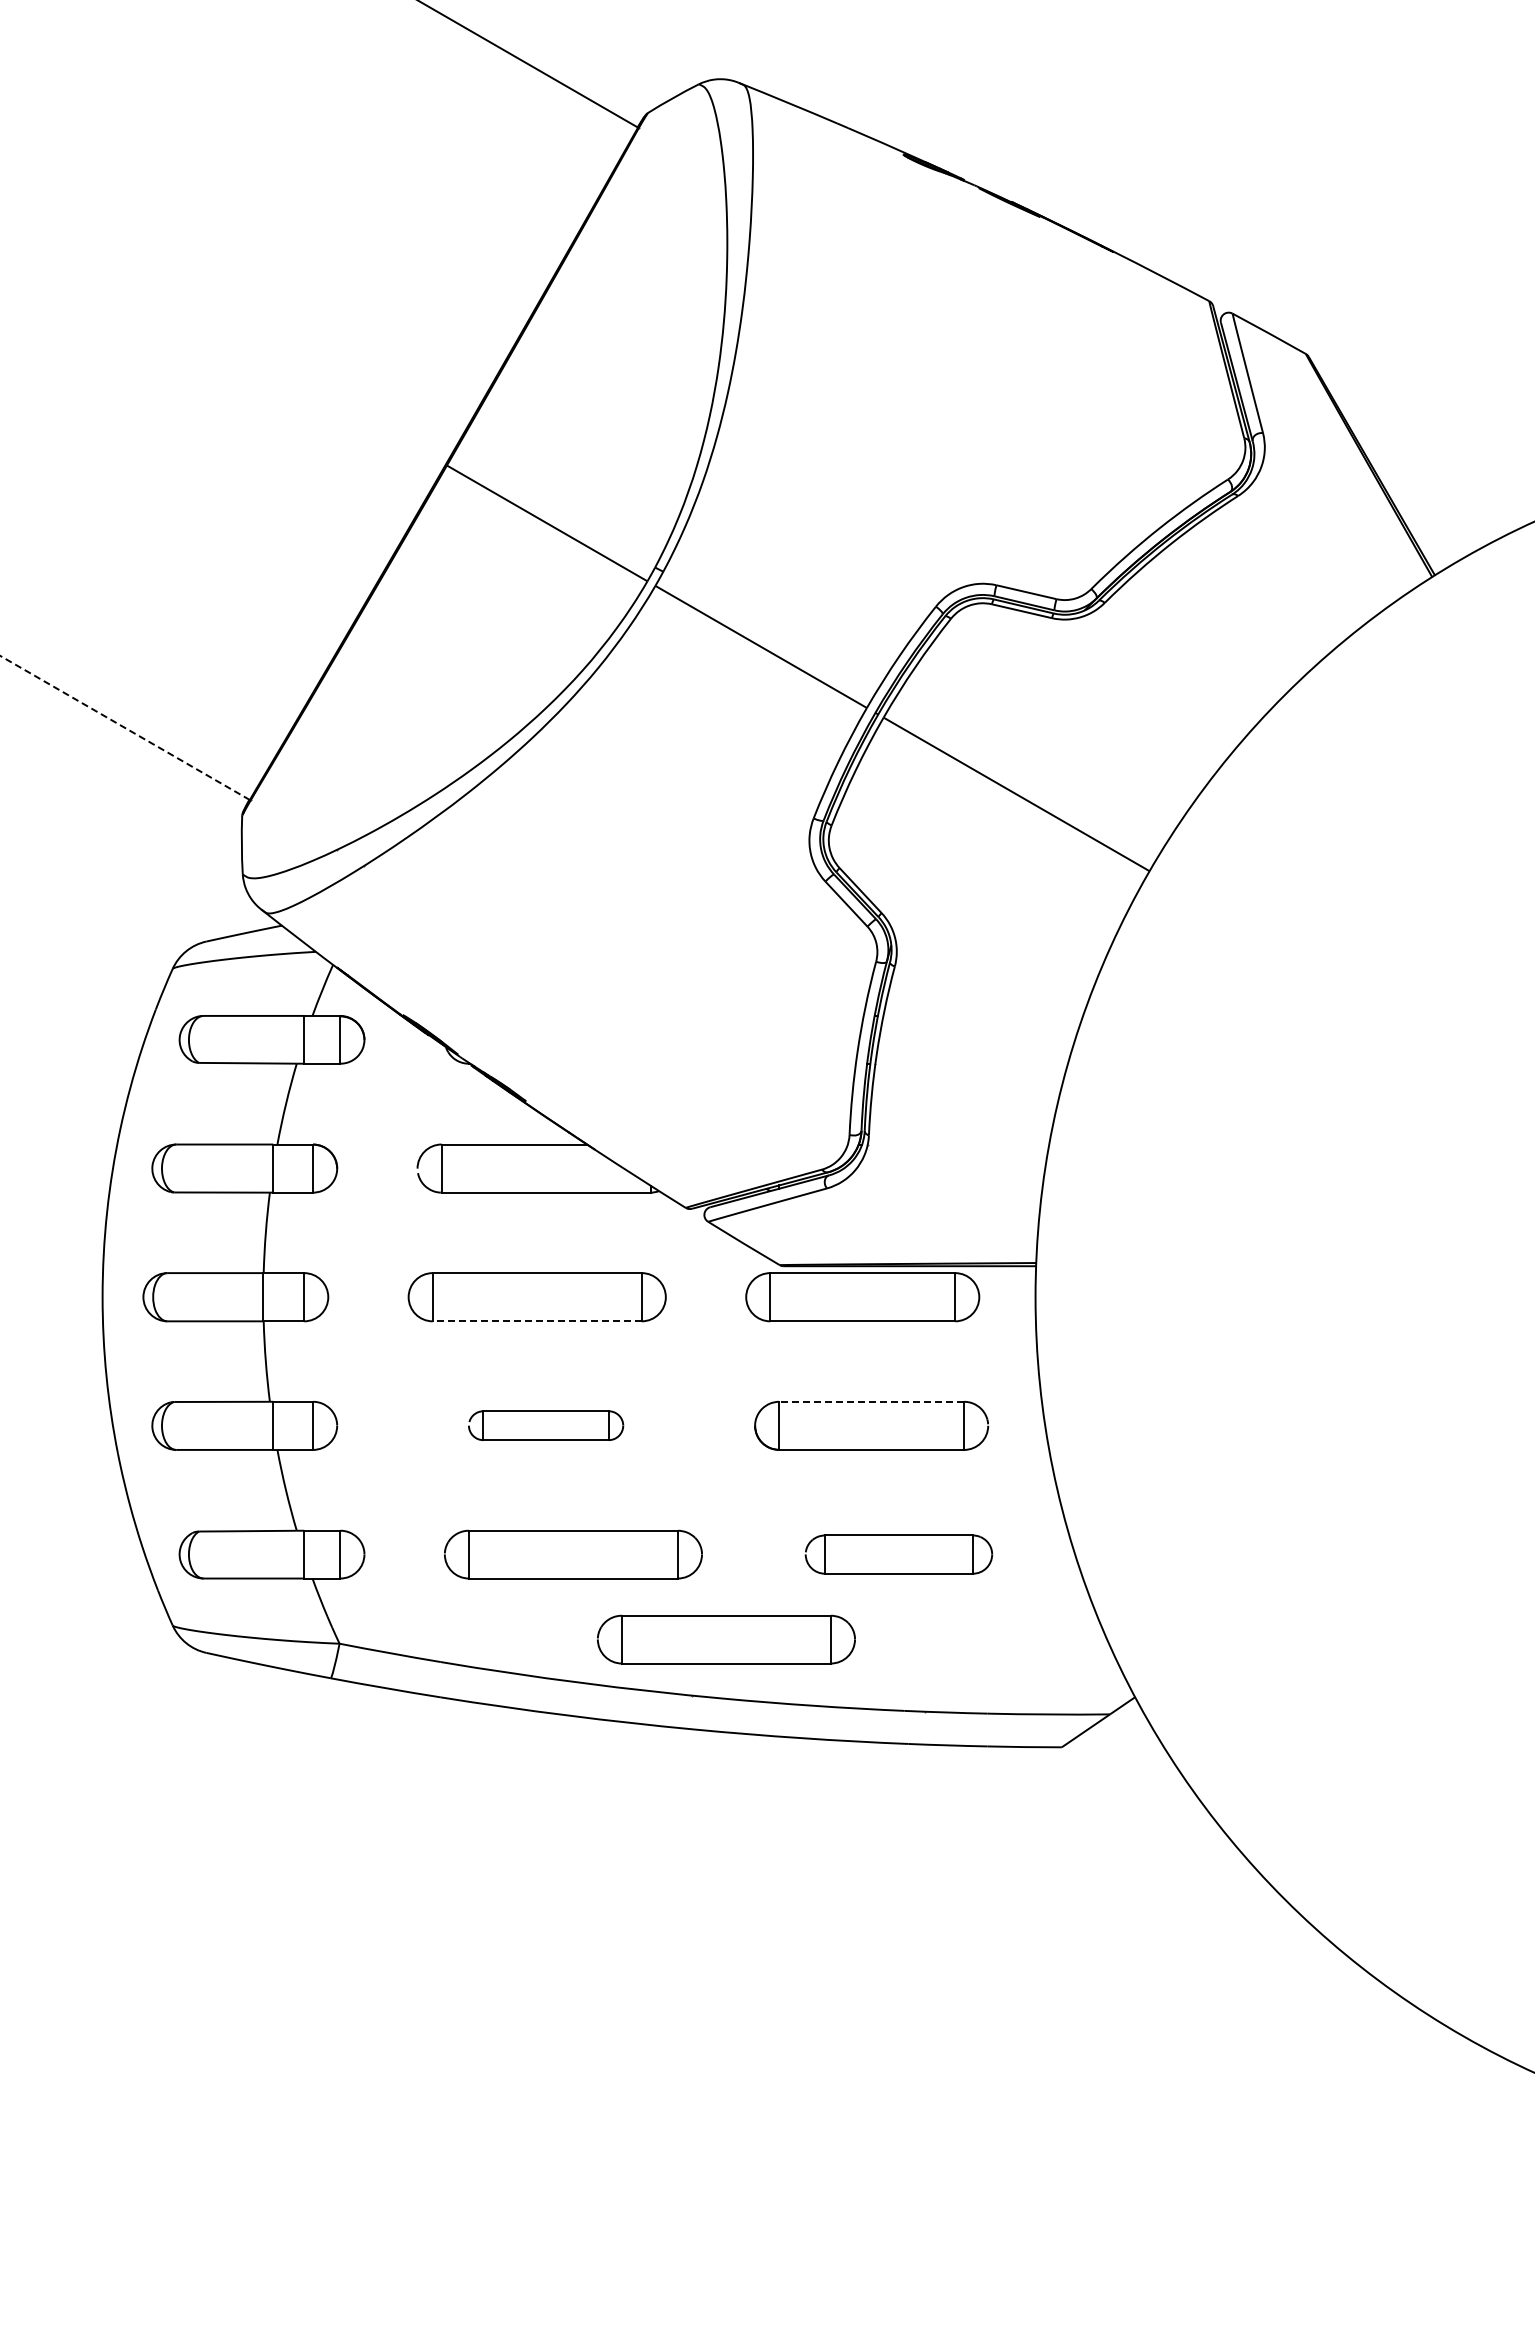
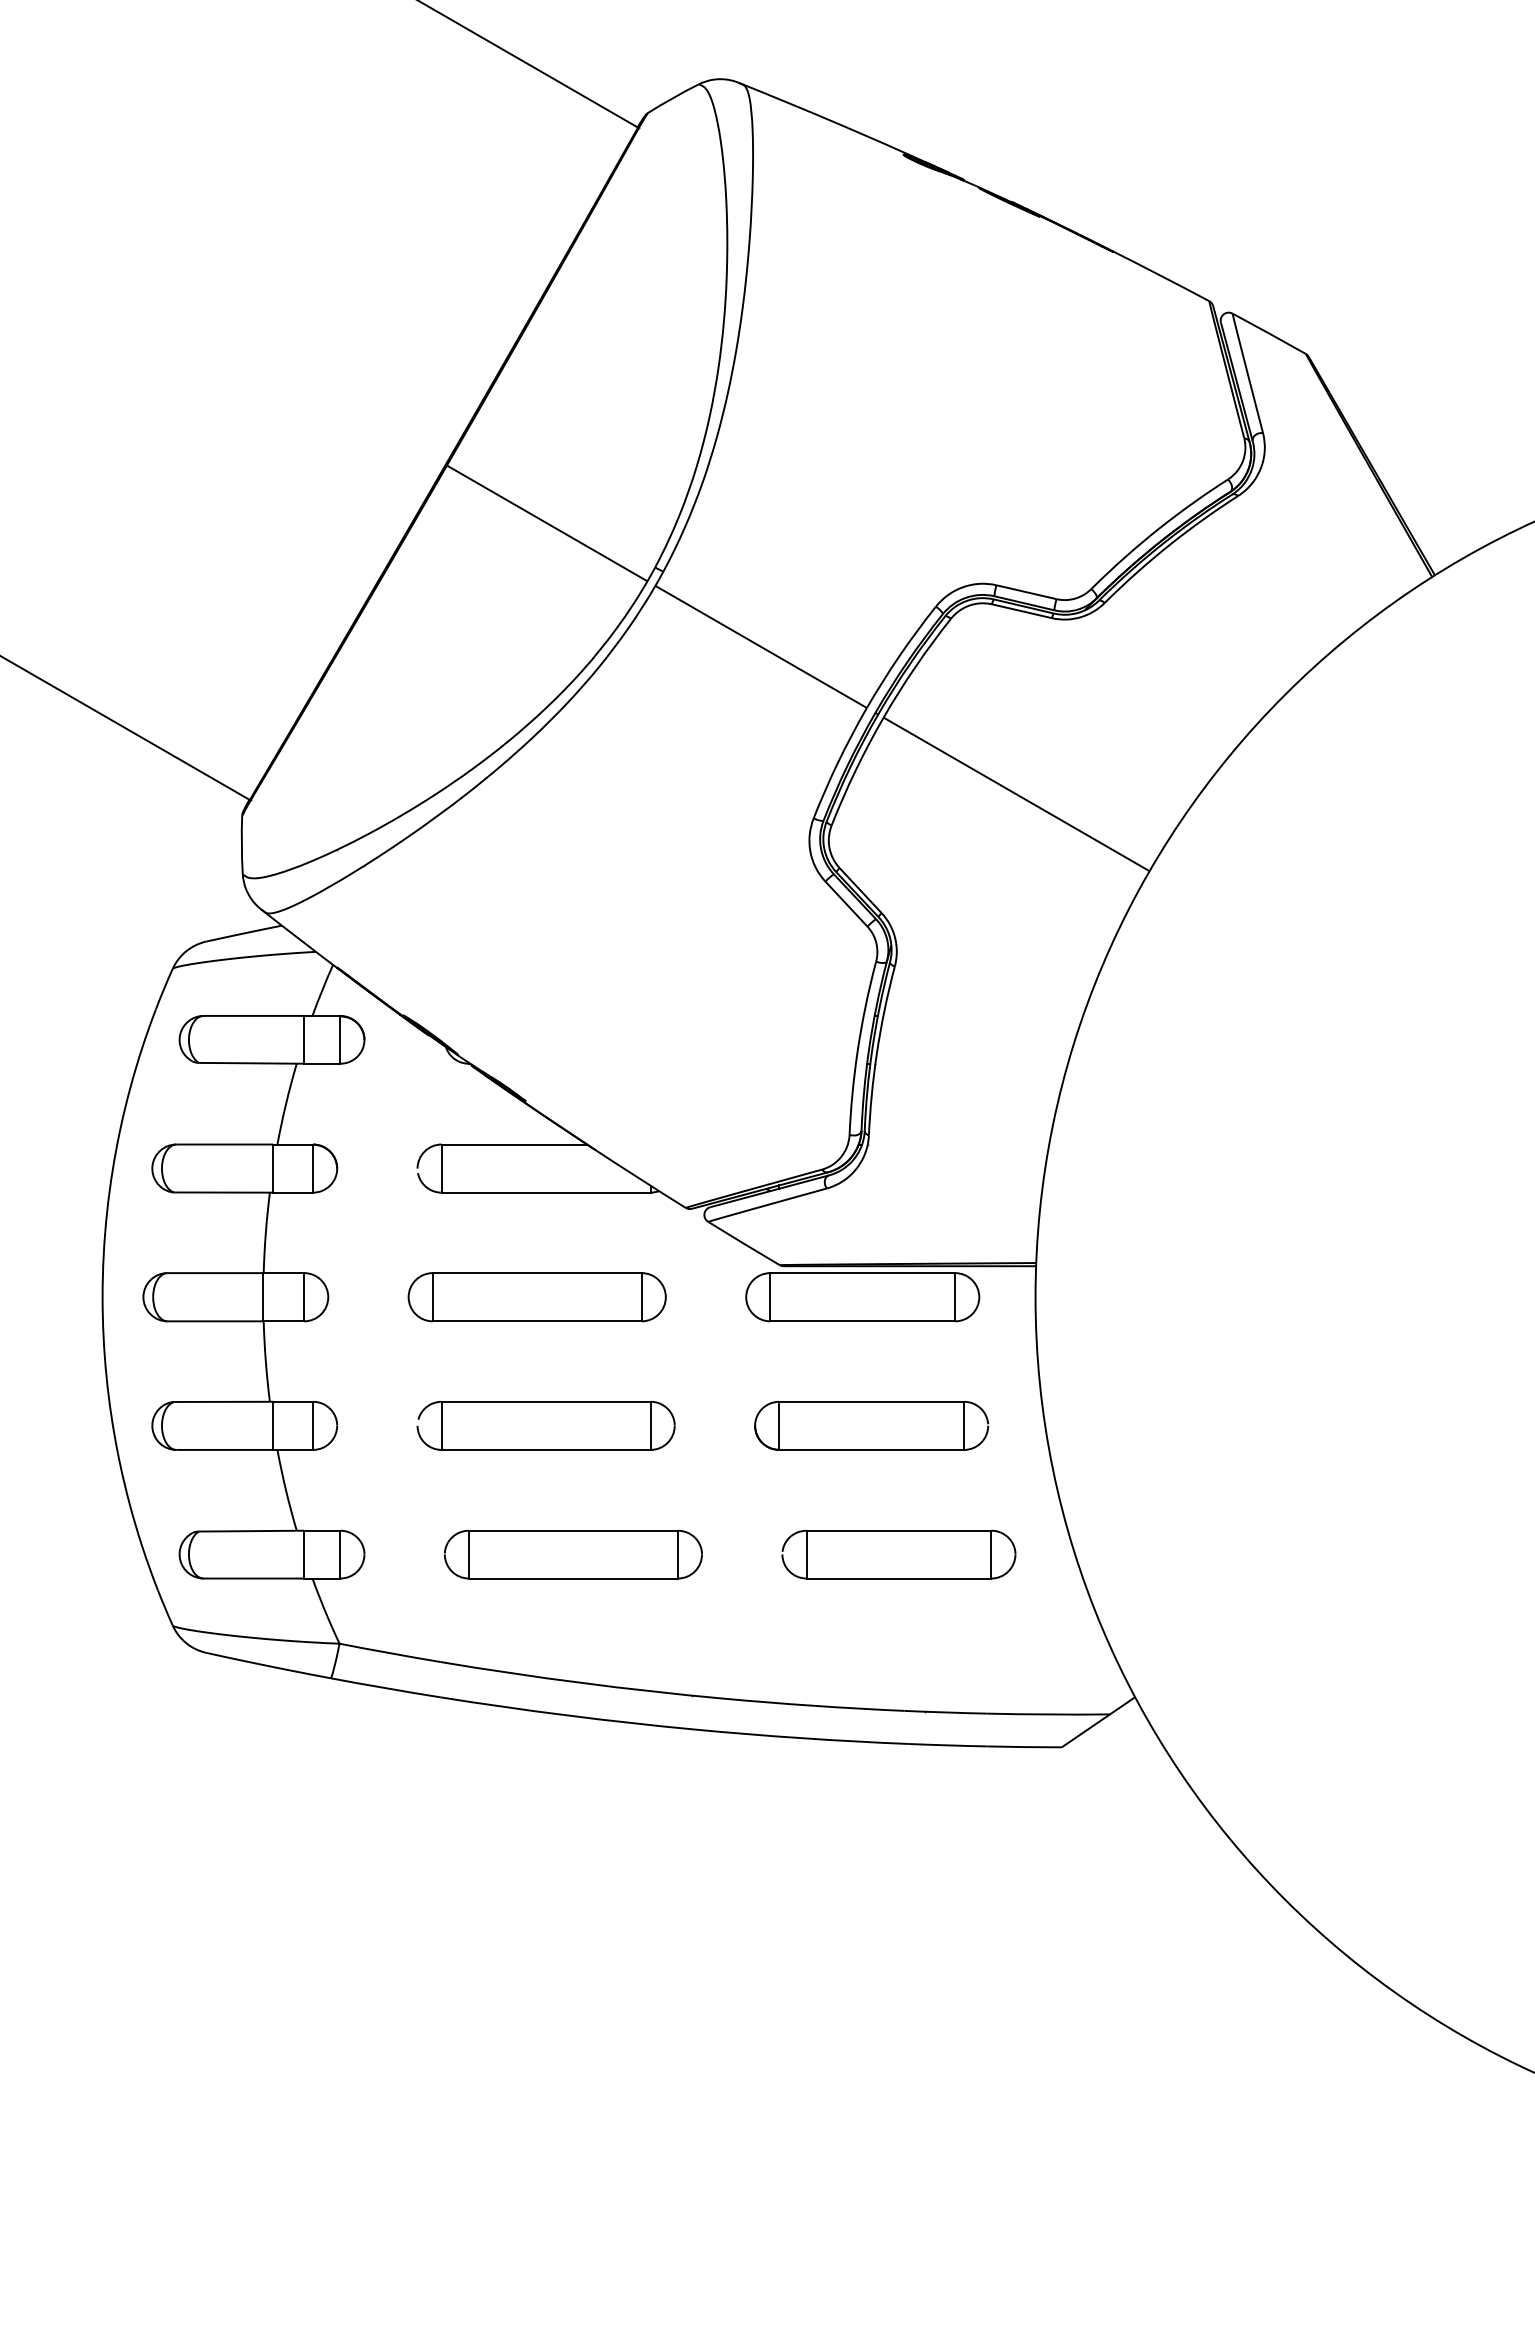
line at (125, 728): dashed -> solid
line at (536, 1321): dashed -> solid
line at (871, 1401): dashed -> solid
part at (546, 1425) size: 157x31 px -> 260x51 px
part at (898, 1554) size: 189x41 px -> 236x51 px
part at (726, 1639): present -> none
